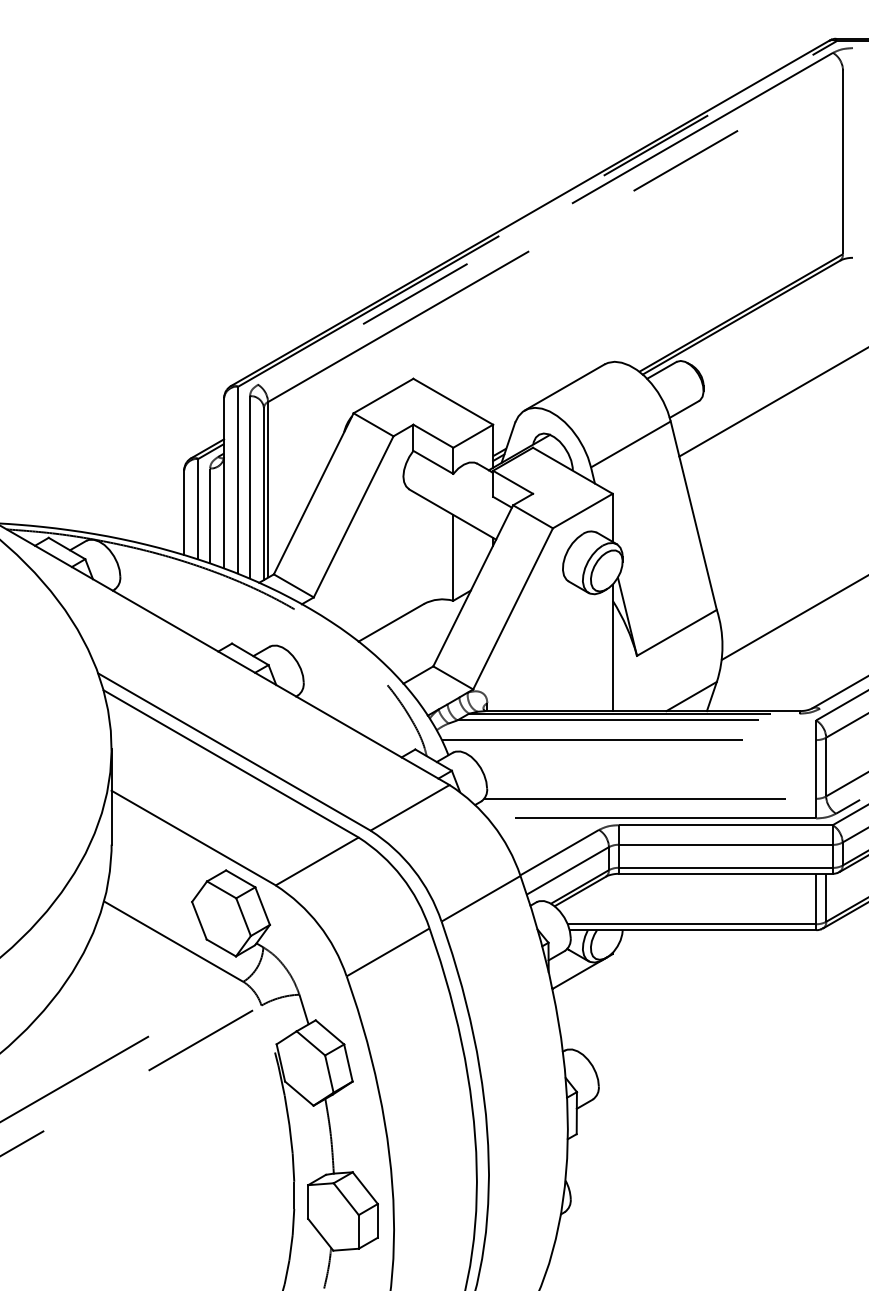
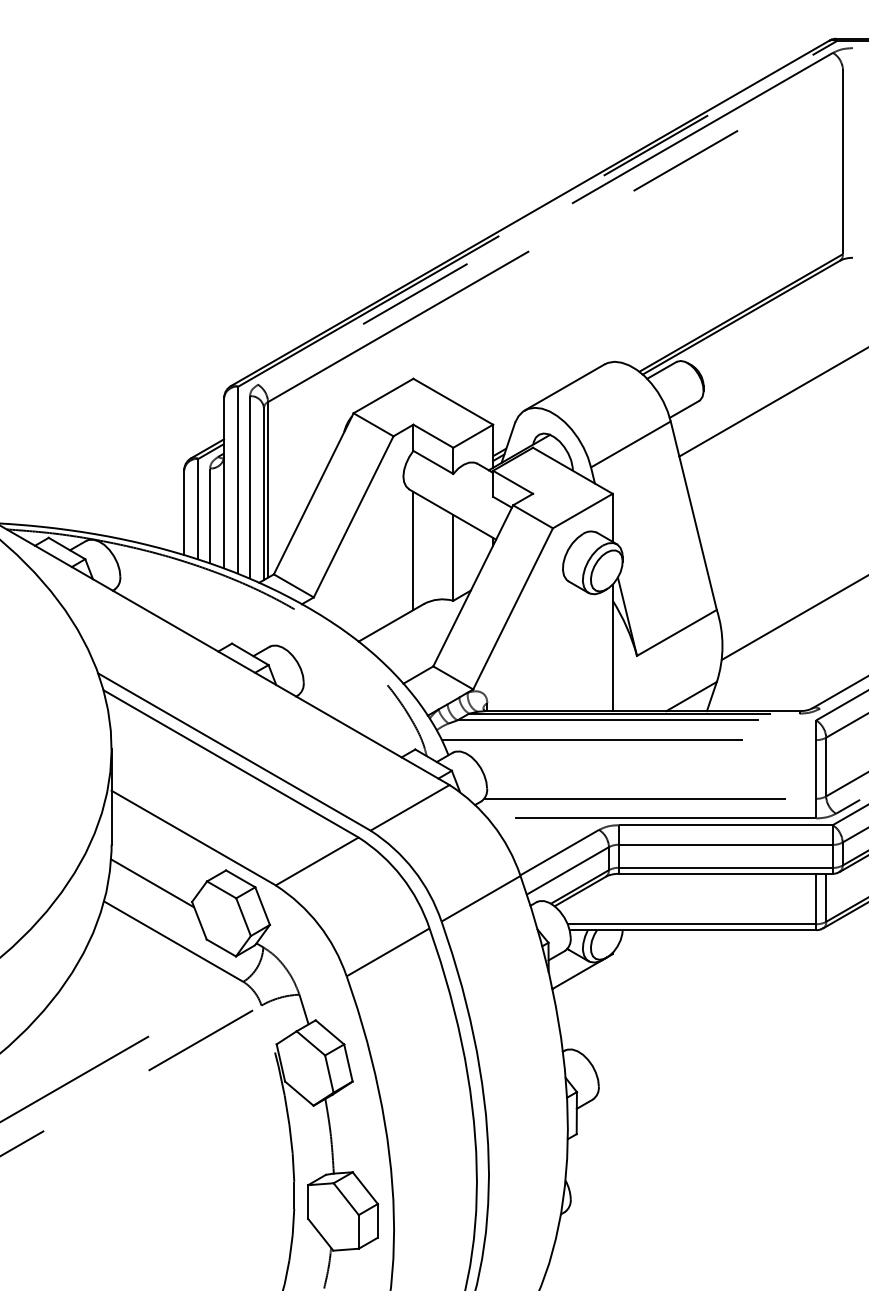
line at (413, 550): none -> present
line at (152, 882): none -> present
